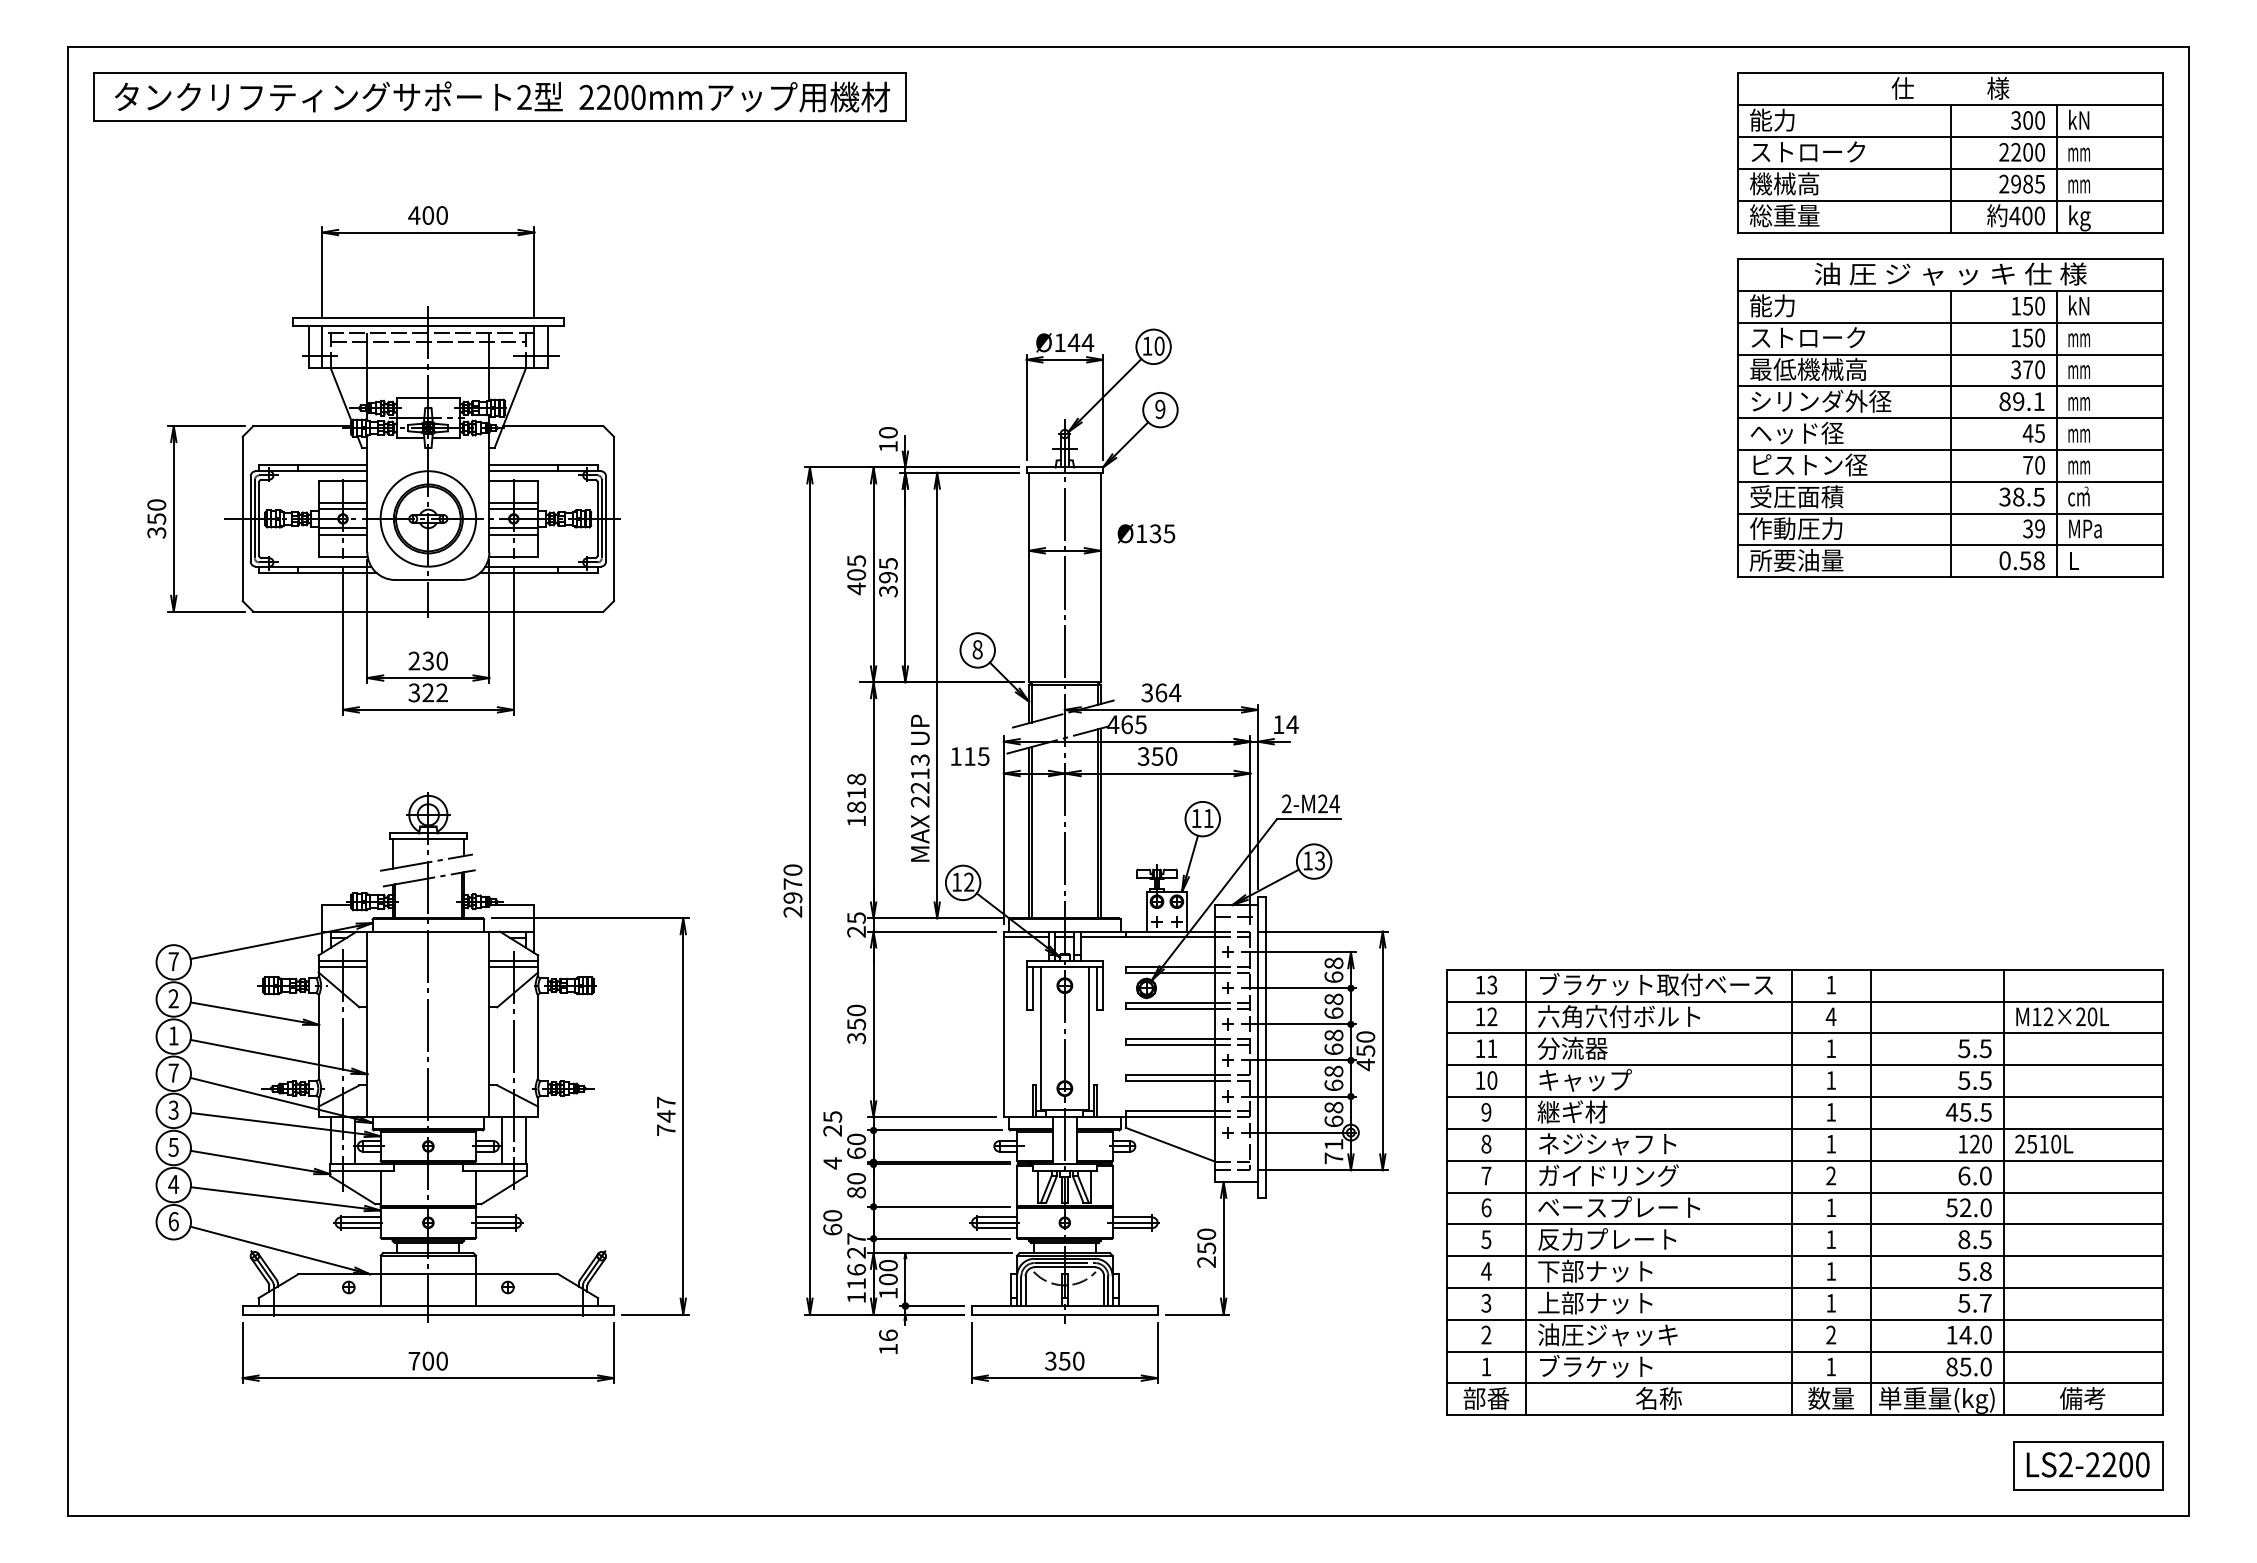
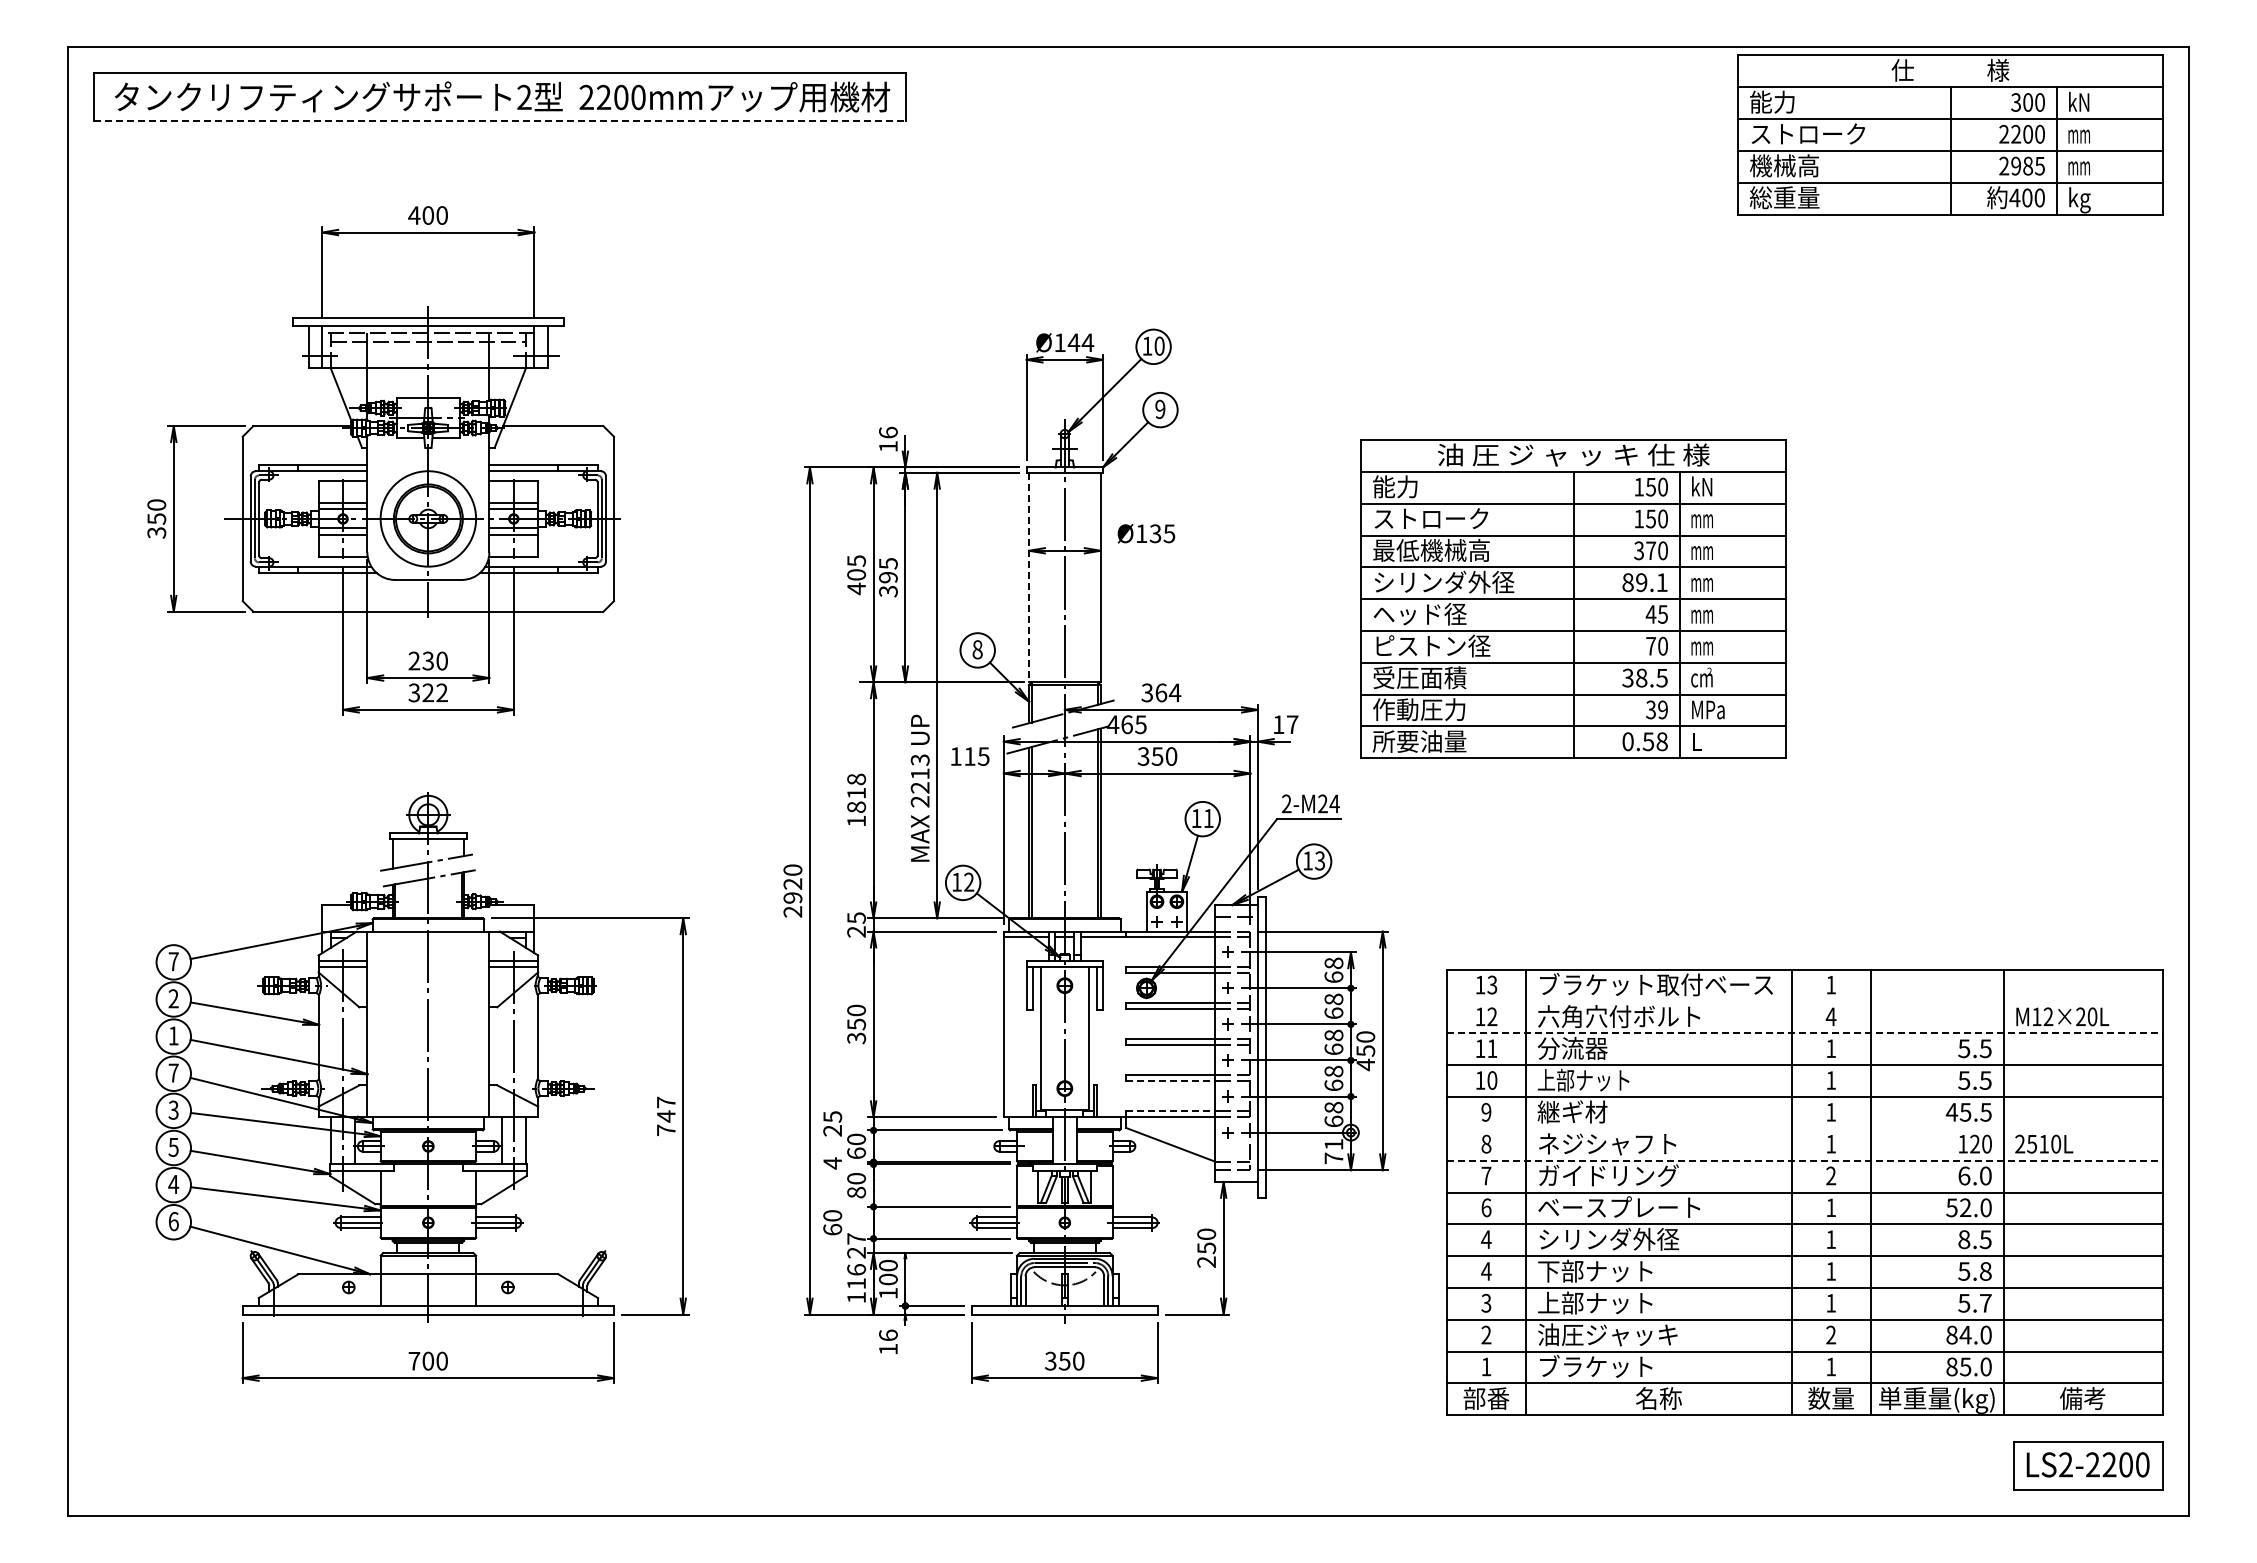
line at (499, 121): solid -> dashed
part at (1950, 152) position: (1950, 152) -> (1950, 134)
part at (1950, 417) position: (1950, 417) -> (1573, 598)
text at (888, 432): 10 -> 16
line at (1029, 577): solid -> dashed
text at (1292, 724): 14 -> 17
text at (792, 883): 2970 -> 2920
line at (1804, 1001): present -> none
line at (1805, 1033): solid -> dashed
text at (1584, 1079): キャップ -> 上部ナット
line at (1170, 1081): solid -> dashed
line at (1170, 1111): solid -> dashed
line at (1804, 1128): present -> none
line at (1805, 1160): solid -> dashed
text at (1608, 1238): 反力プレート -> シリンダ外径
text at (1486, 1239): 5 -> 4
text at (1951, 1334): 14.0 -> 84.0
